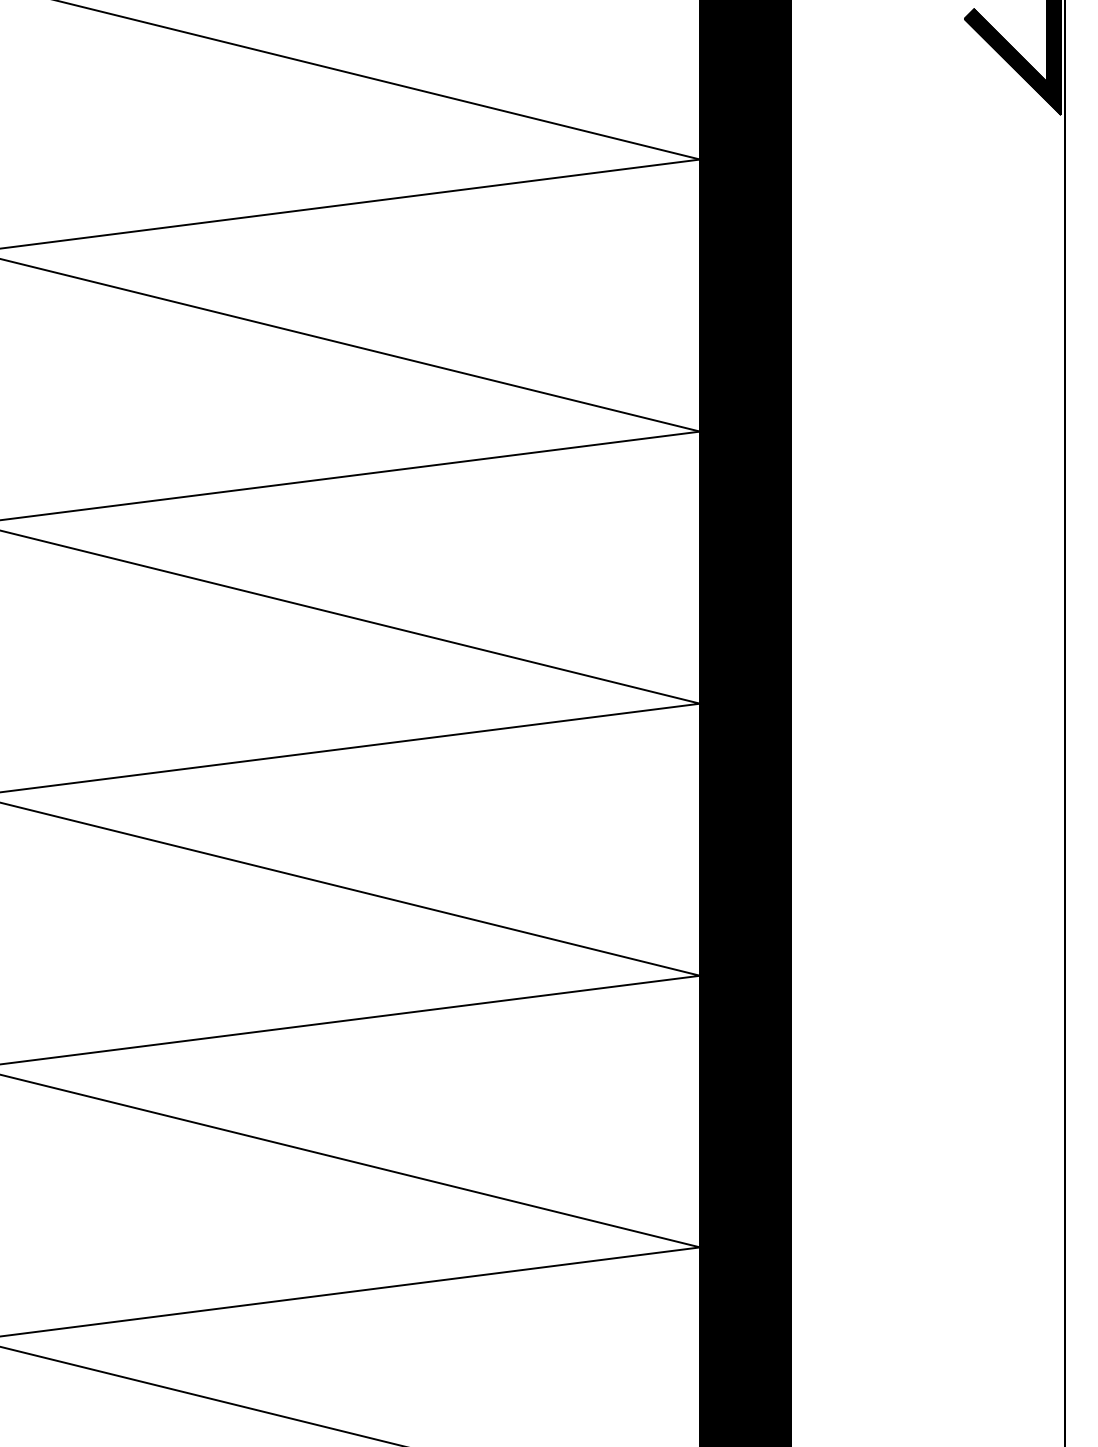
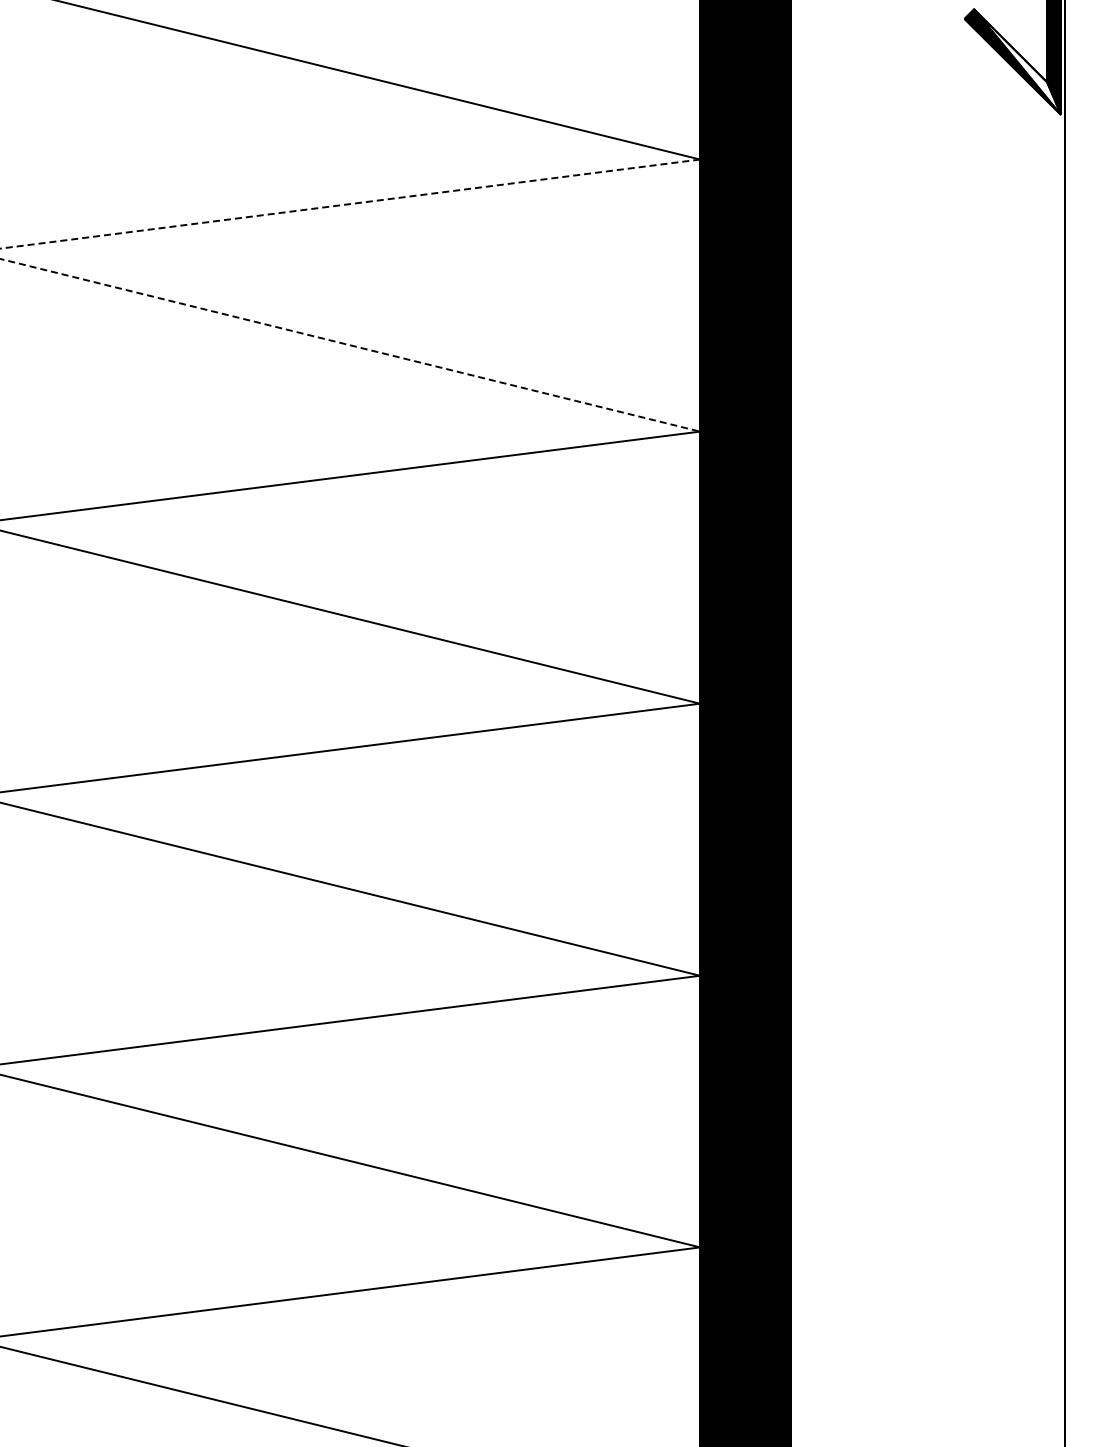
fill at (1017, 61): present -> none
line at (7, 260): solid -> dashed
